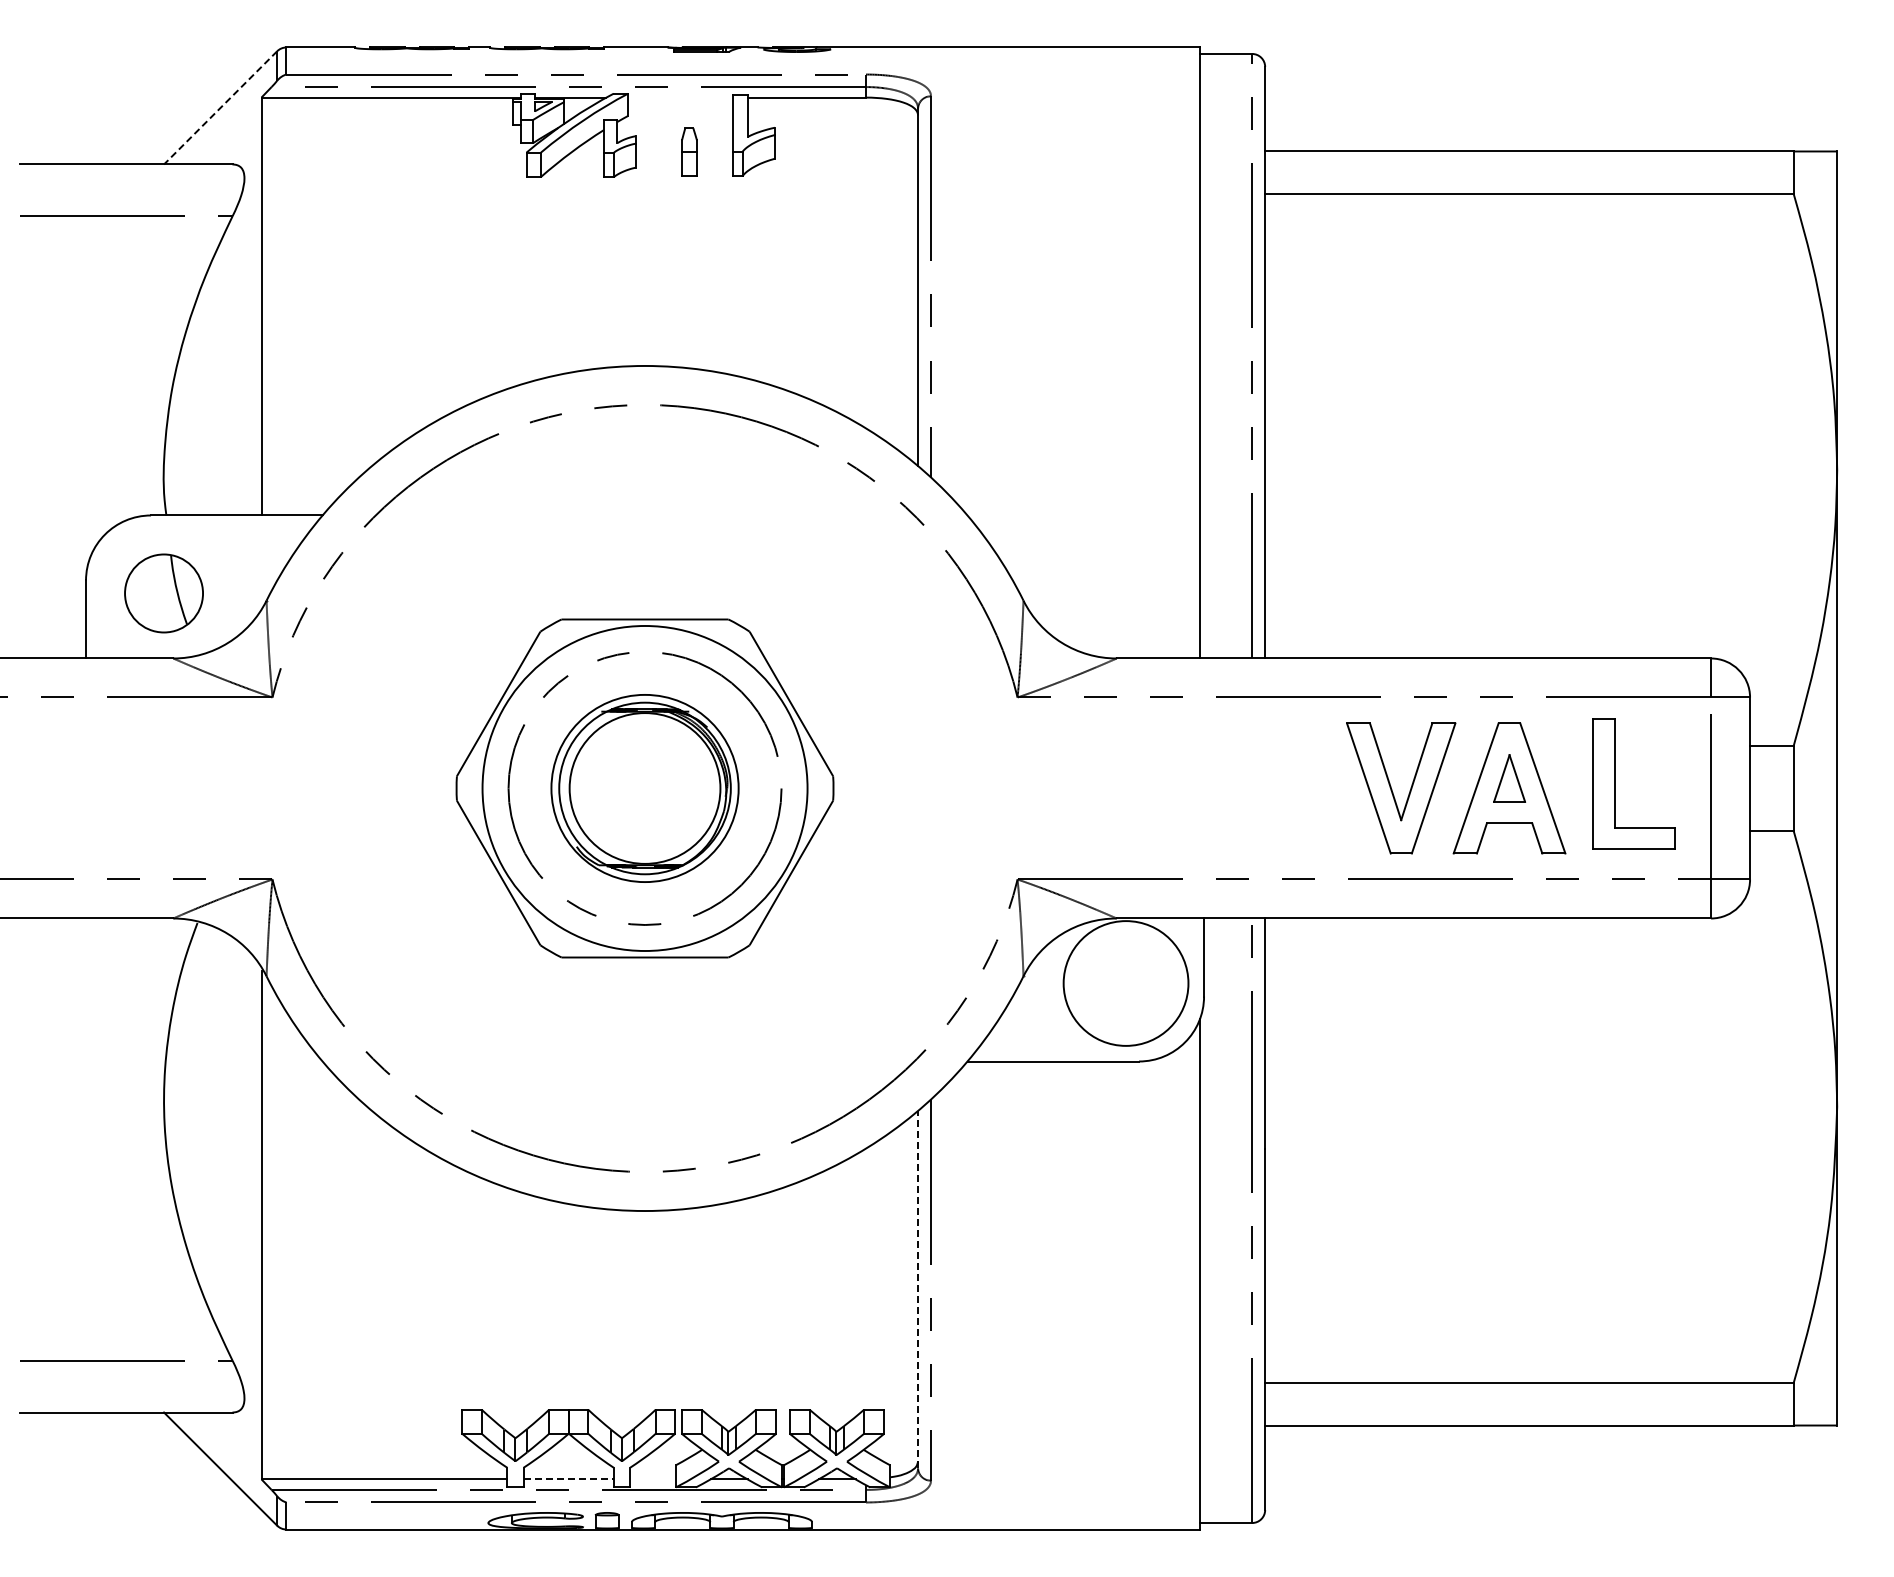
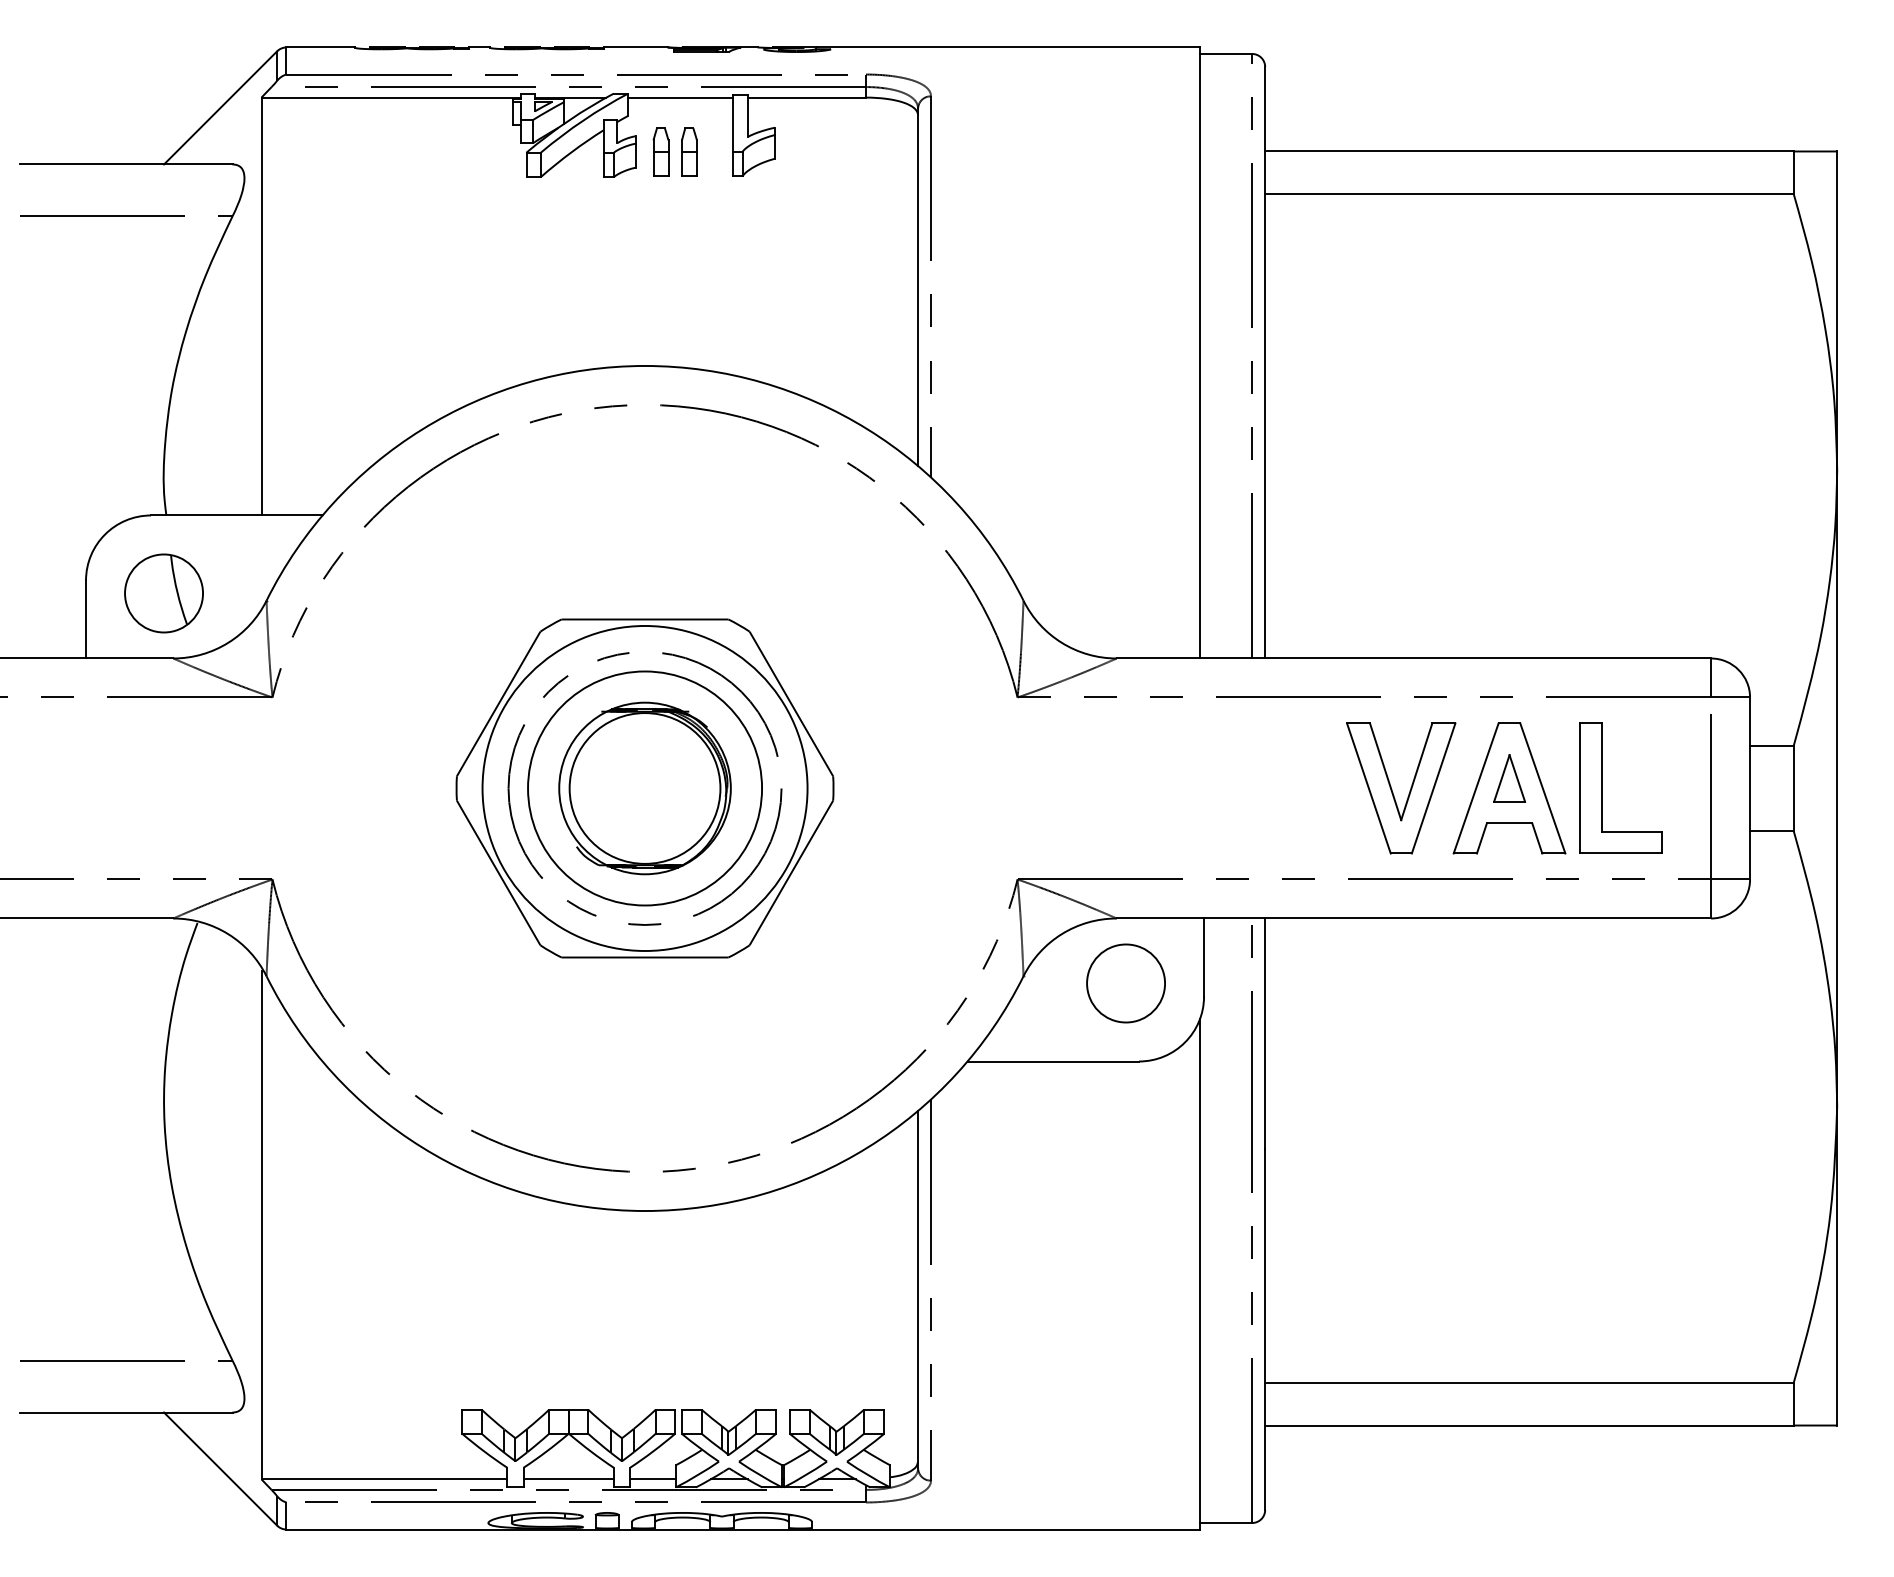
line at (680, 97): none -> present
line at (220, 108): dashed -> solid
part at (660, 151): none -> present
part at (1615, 783) position: (1615, 783) -> (1602, 787)
circle at (644, 788) diameter: 187 px -> 234 px
circle at (1125, 983) diameter: 125 px -> 78 px
line at (918, 1289): dashed -> solid
line at (568, 1479): dashed -> solid
line at (652, 1479): none -> present
